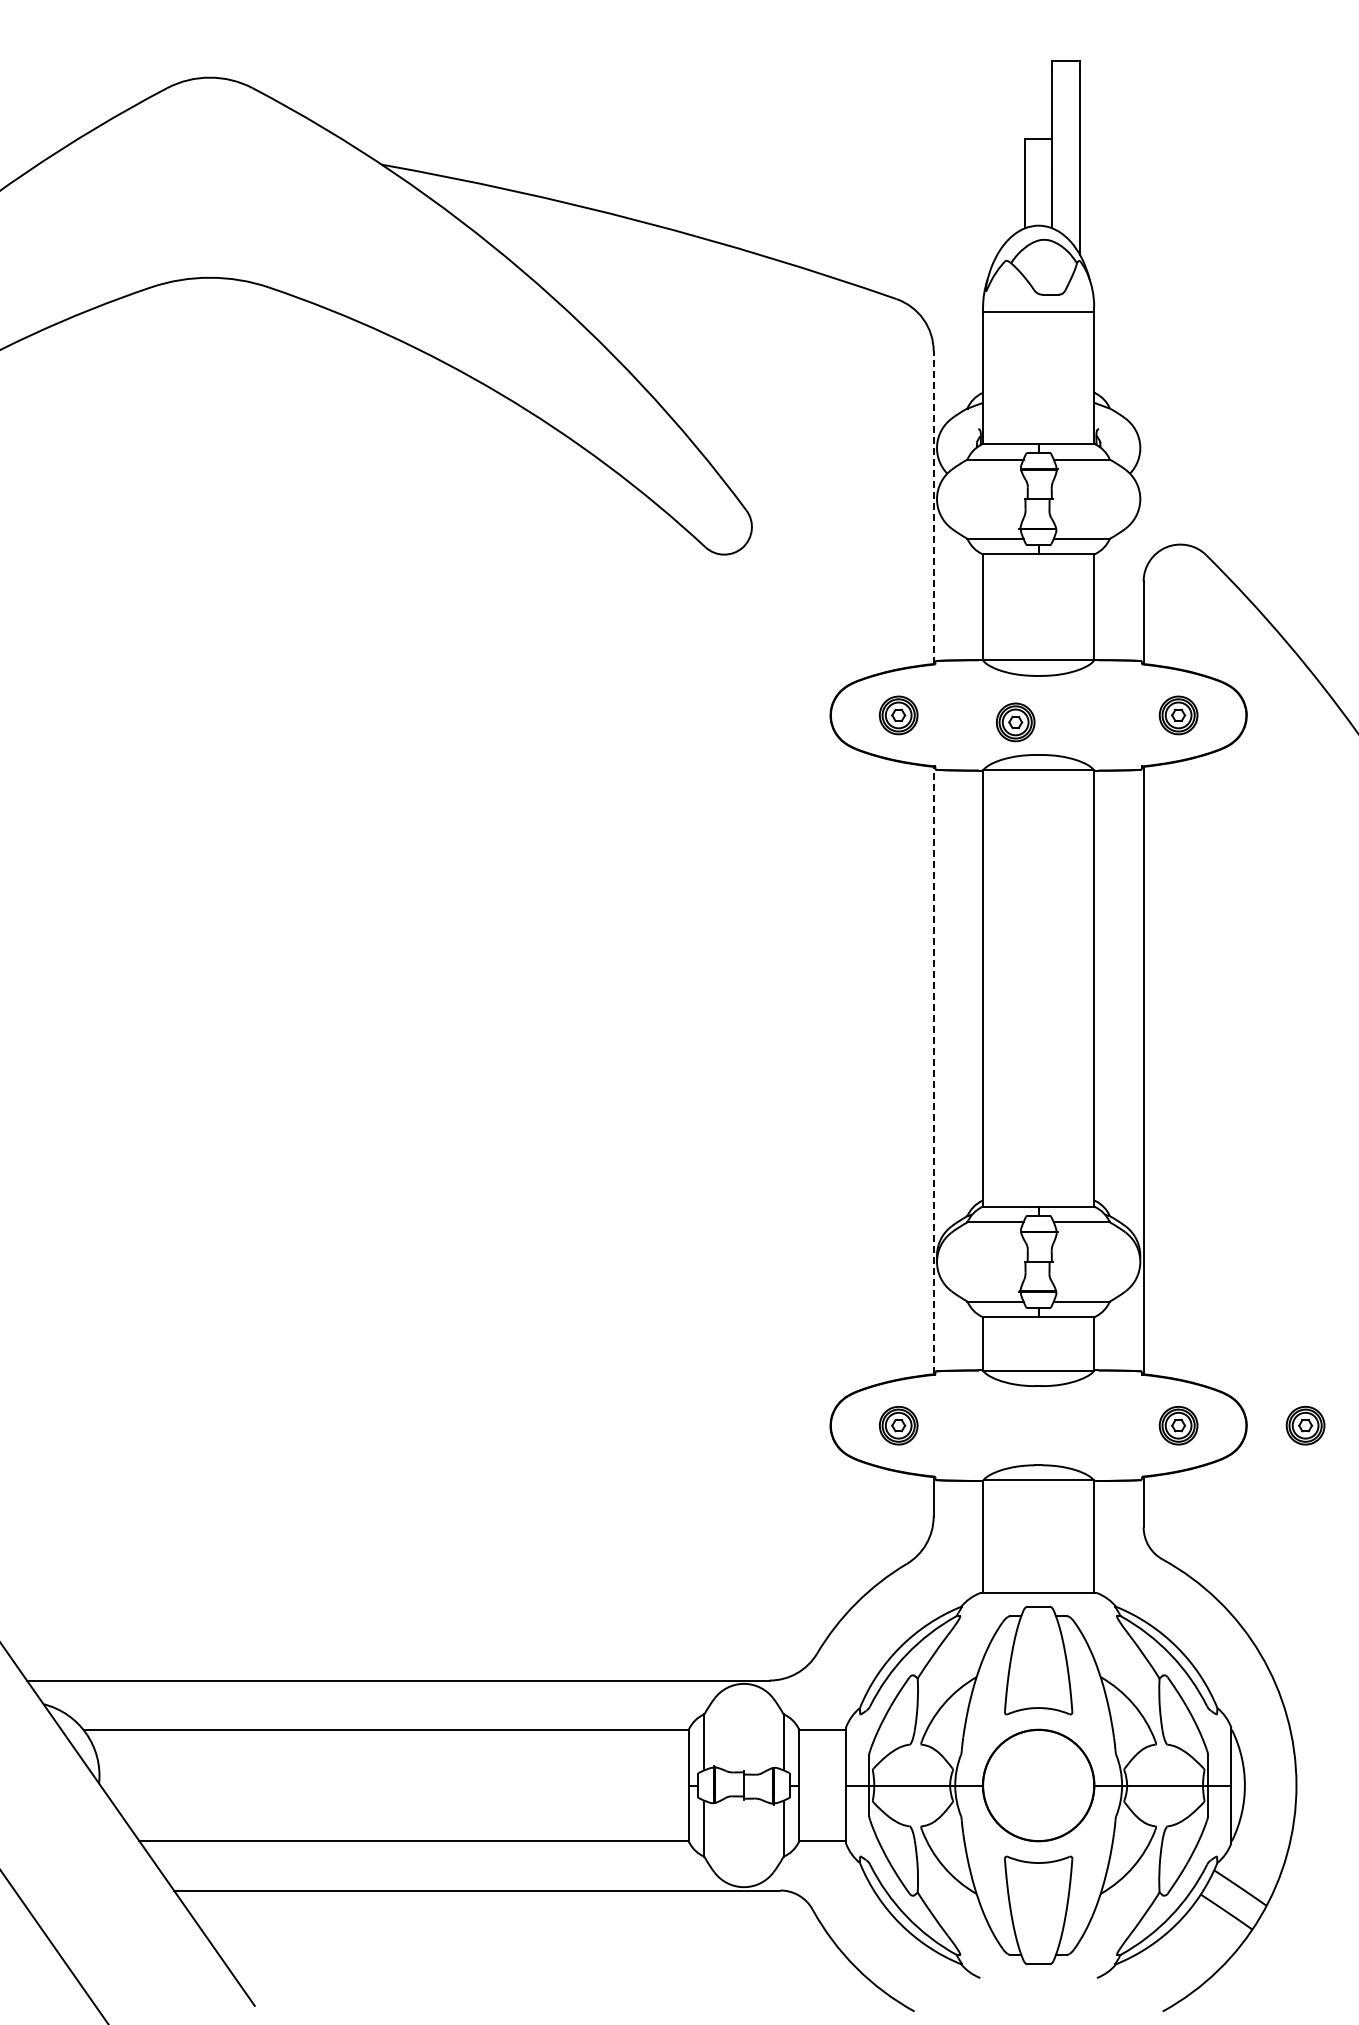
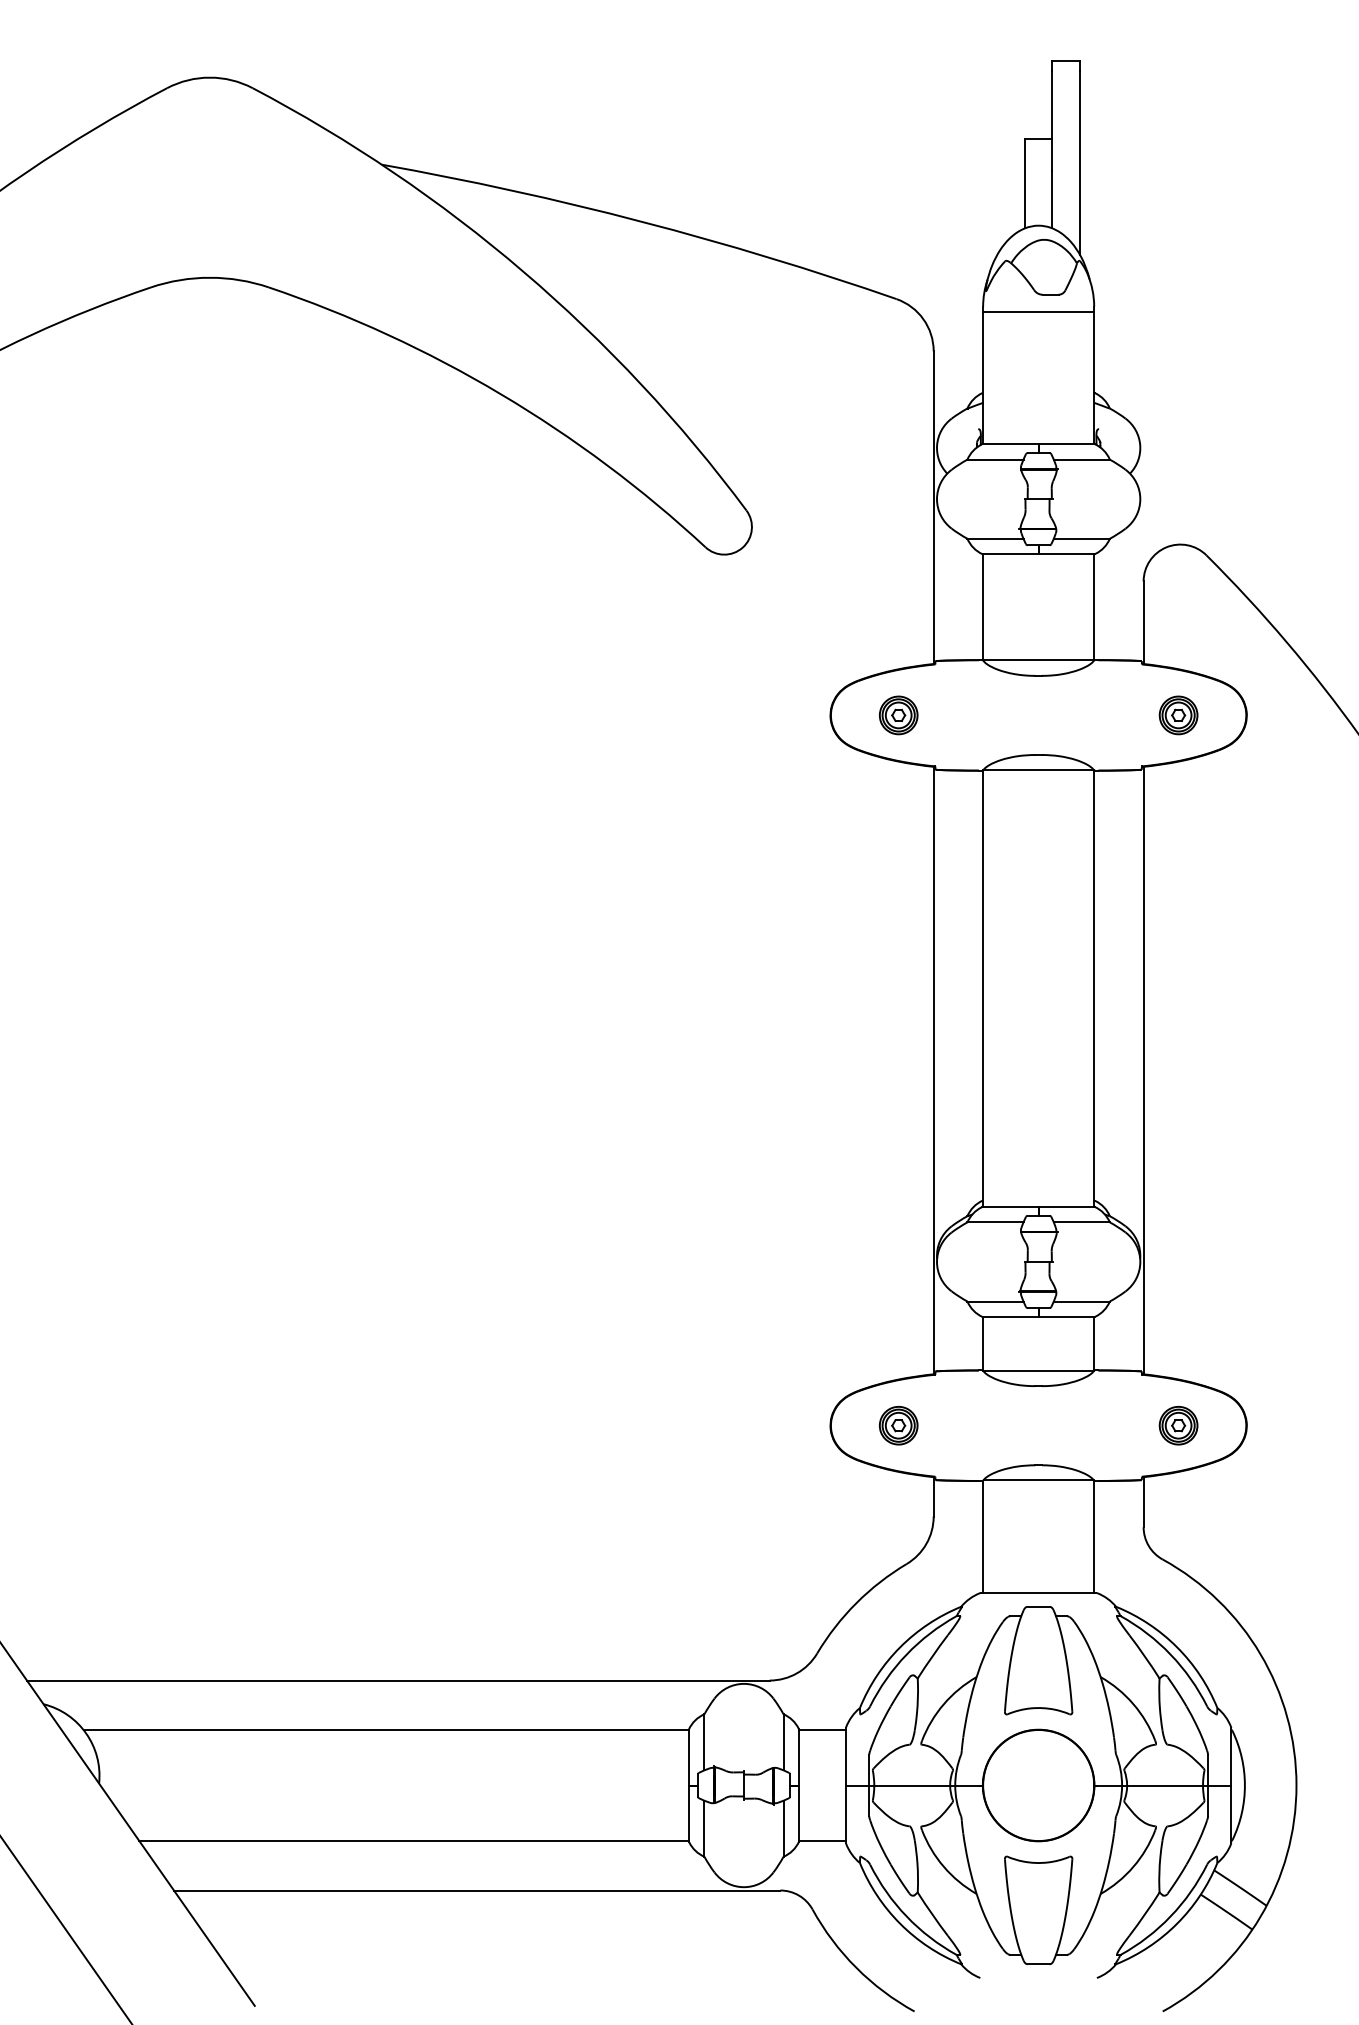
line at (933, 507): dashed -> solid
part at (1015, 722): present -> none
line at (933, 1070): dashed -> solid
part at (1305, 1425): present -> none
line at (54, 1947) position: (54, 1947) -> (65, 1930)
